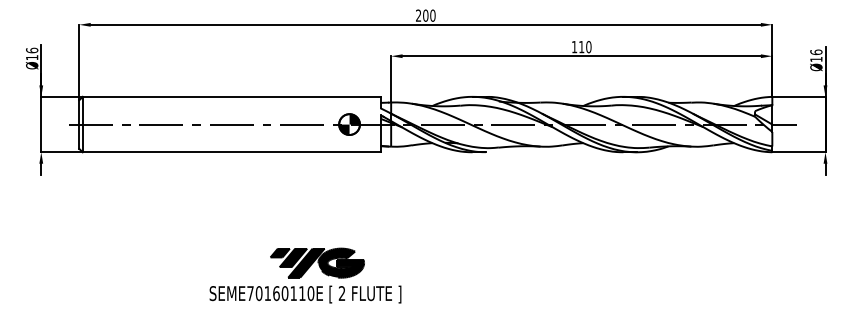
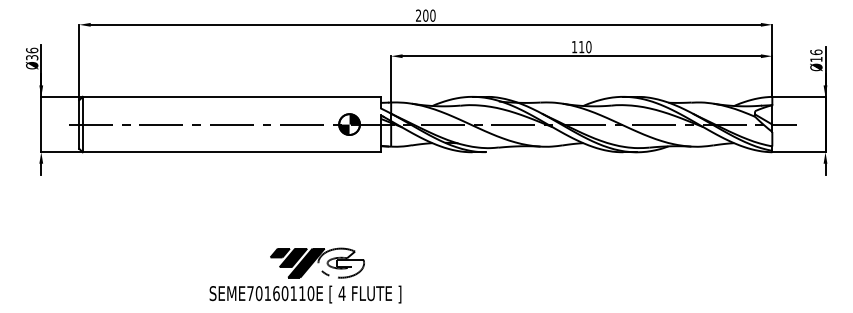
text at (32, 57): Ø16 -> Ø36
fill at (341, 262): present -> none
text at (341, 293): 2 -> 4
